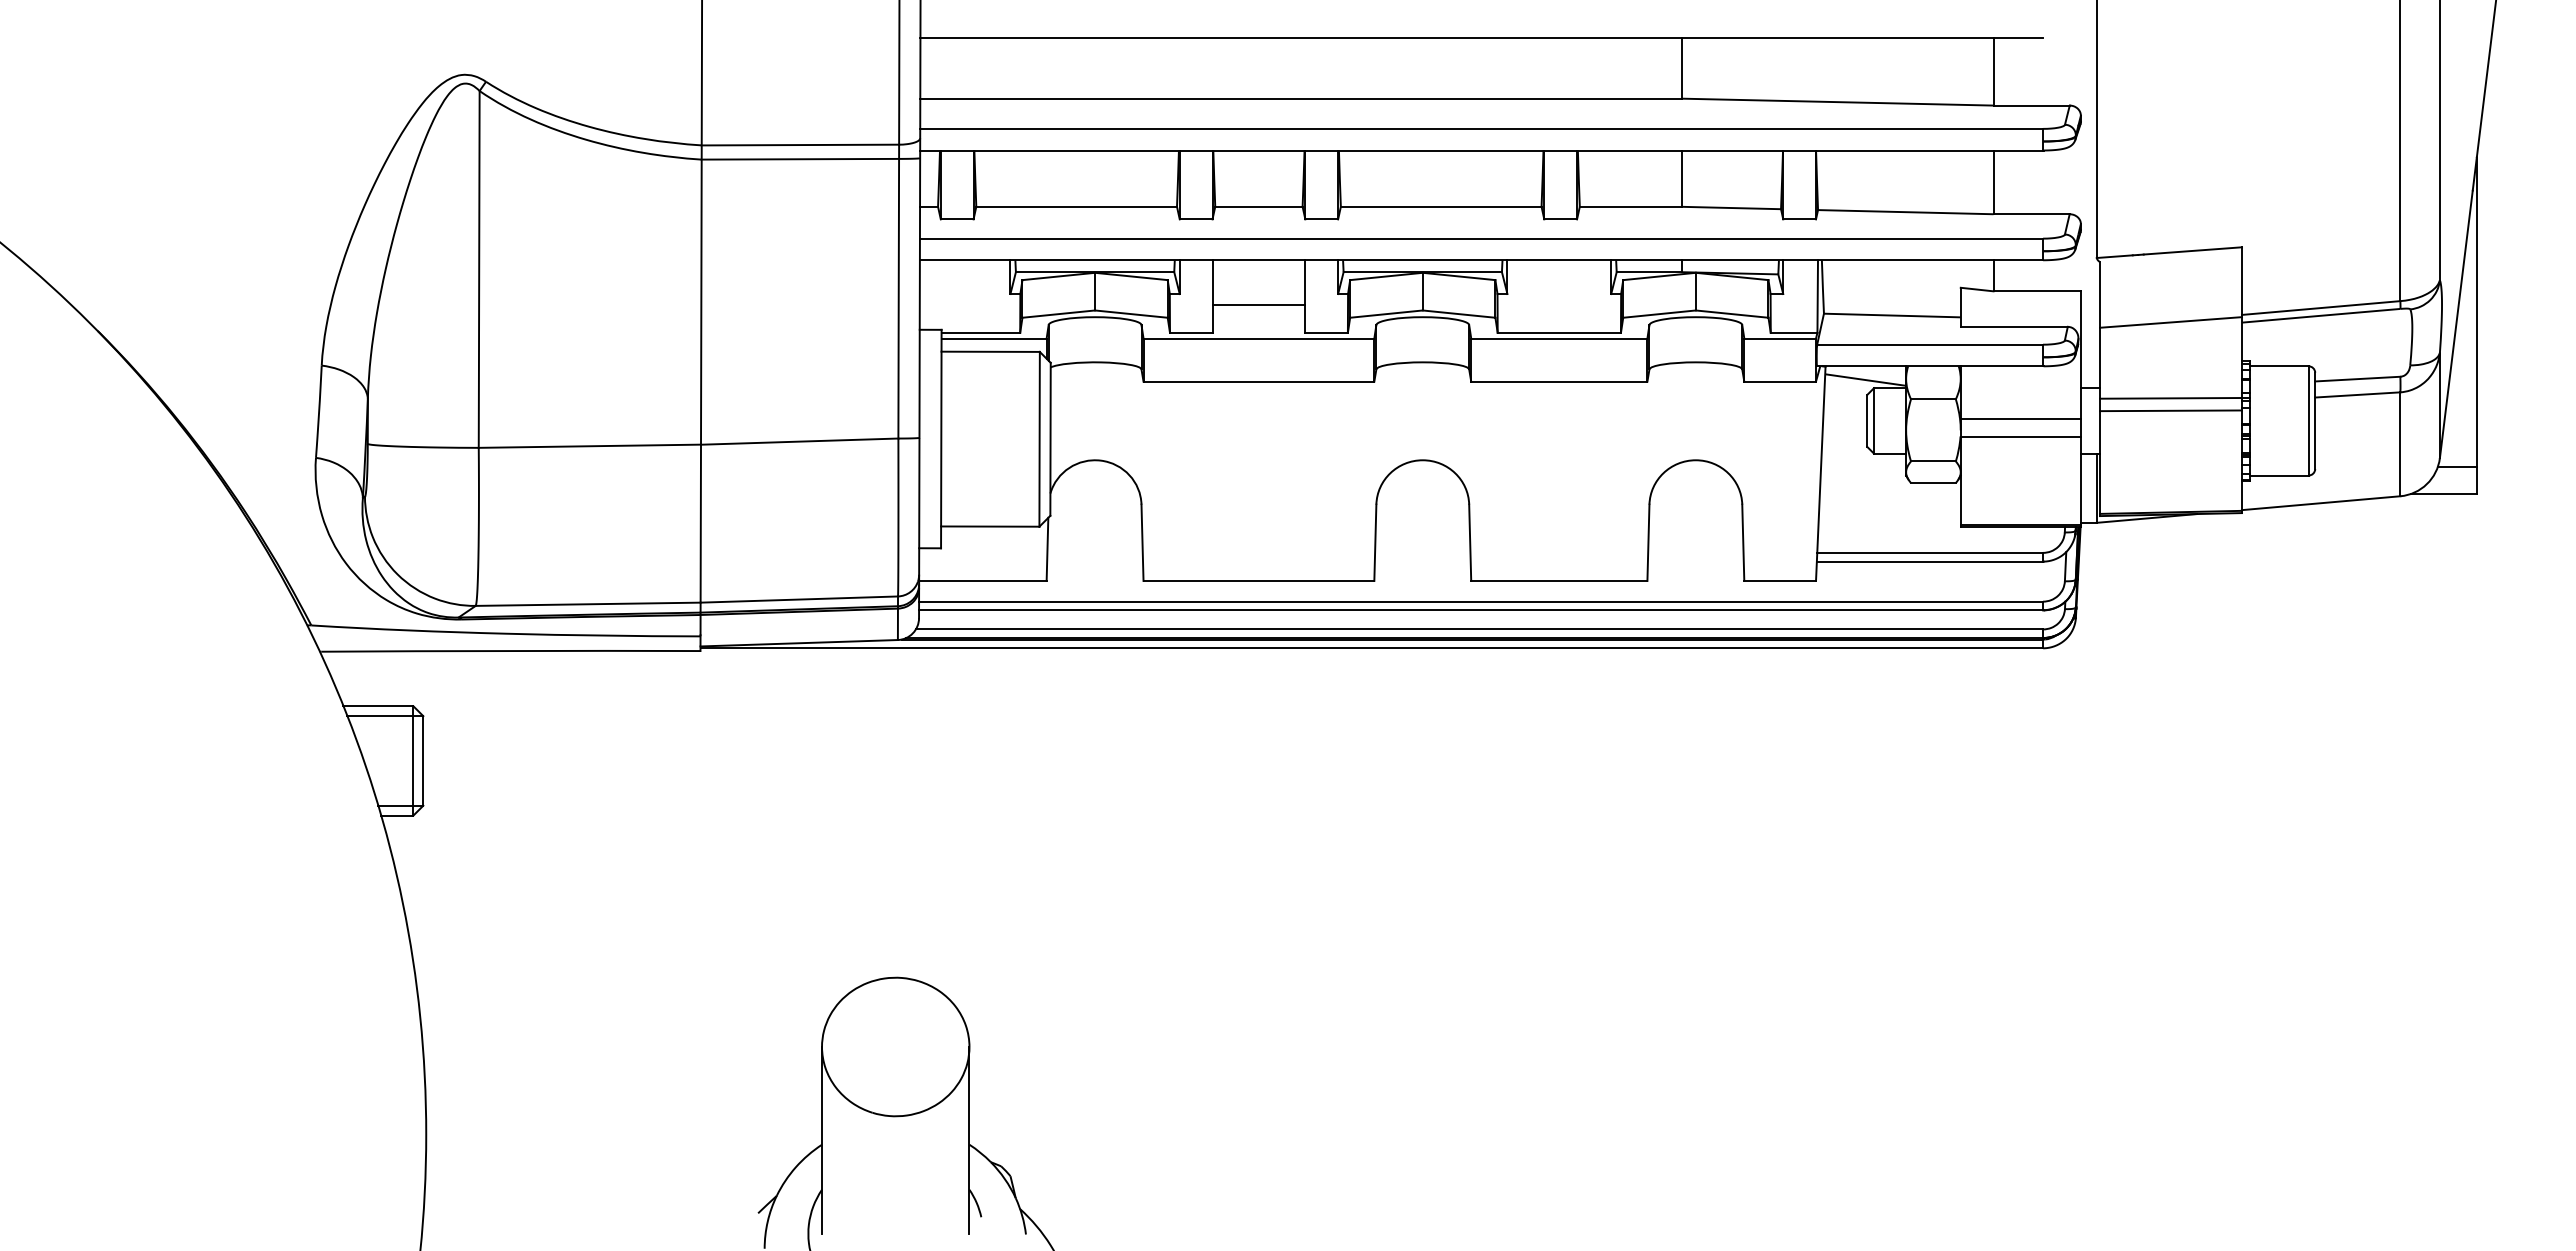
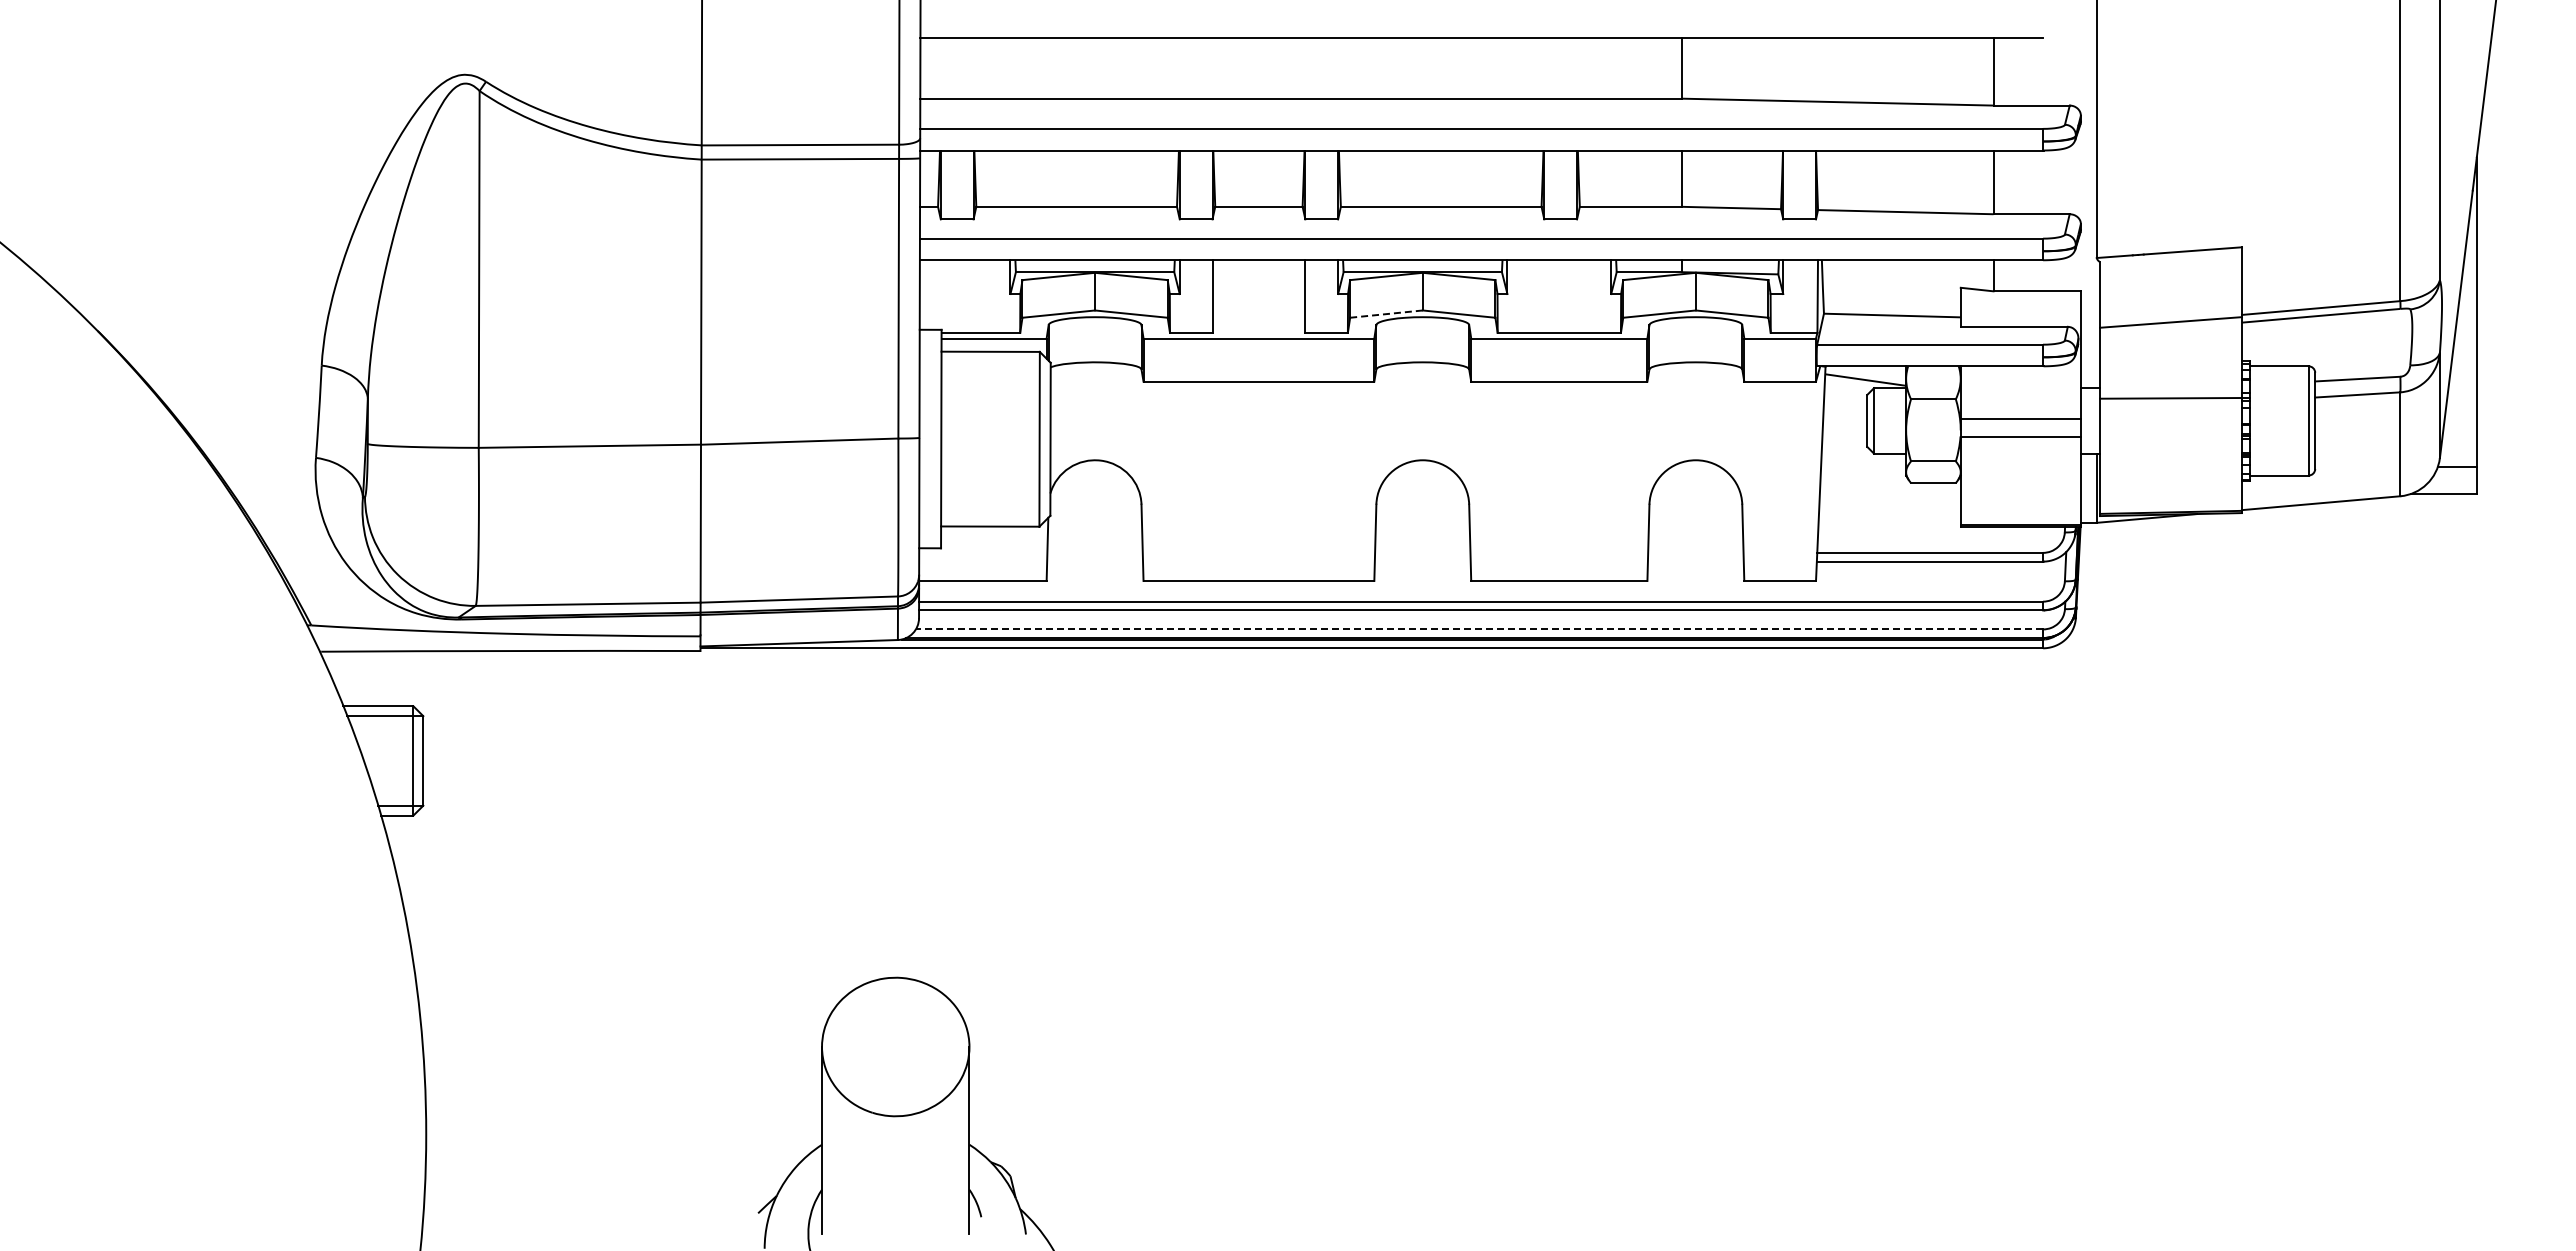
line at (1258, 304): present -> none
line at (1385, 314): solid -> dashed
line at (2171, 410): present -> none
line at (1479, 629): solid -> dashed
